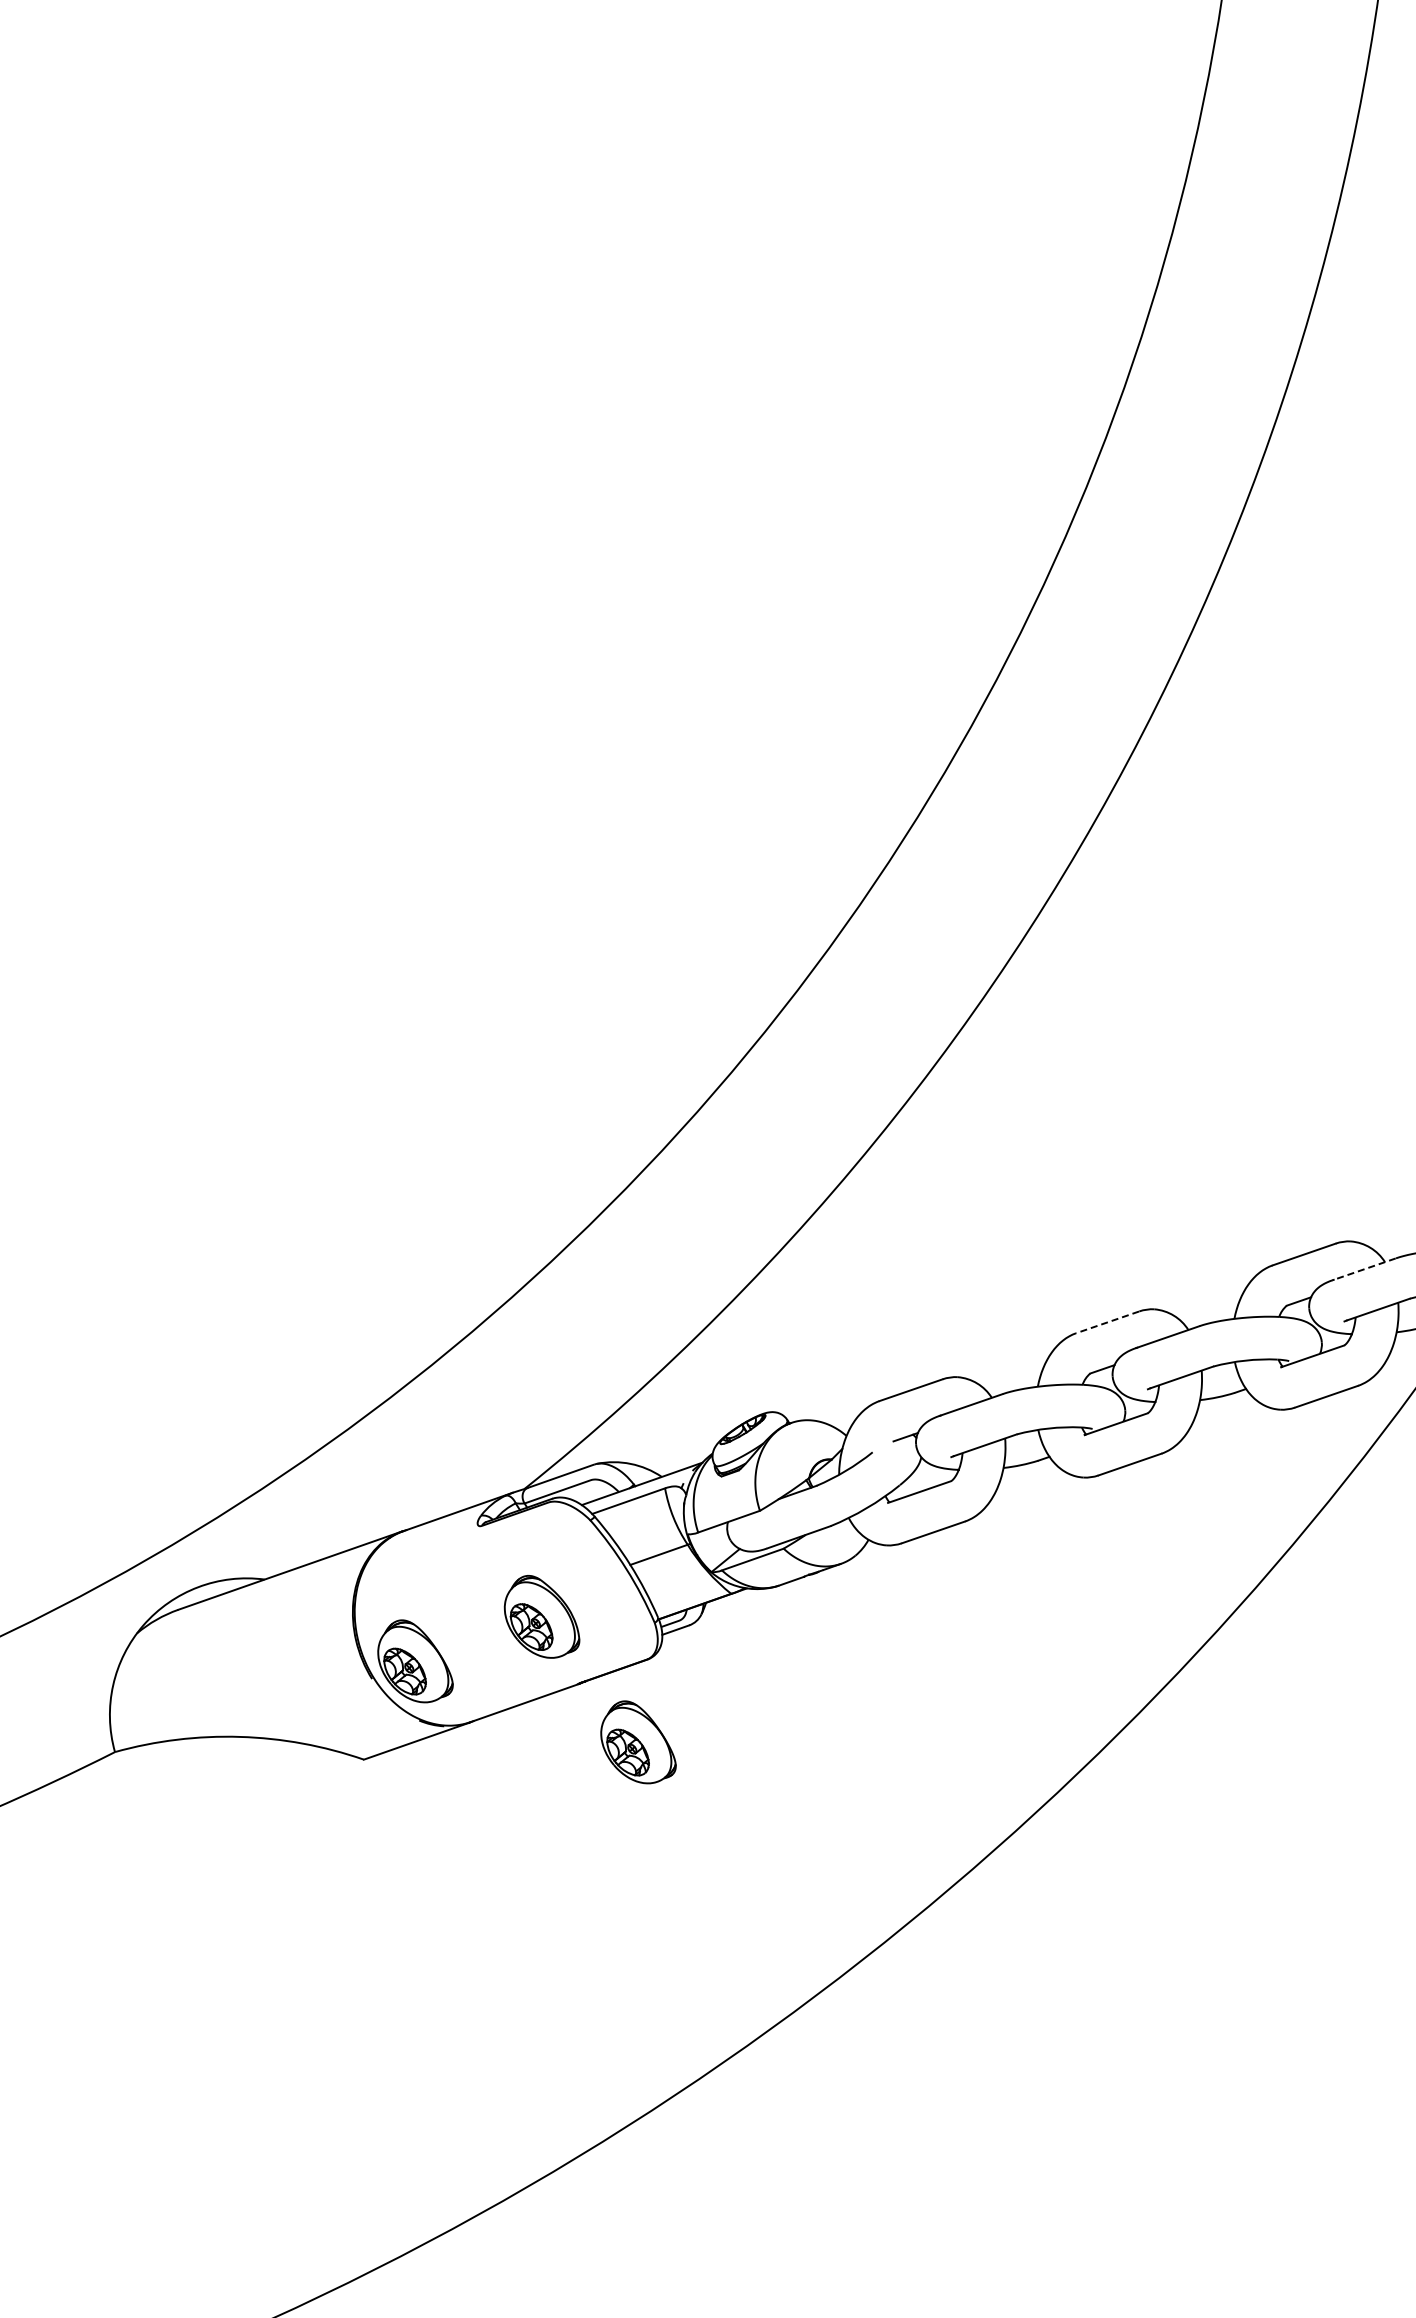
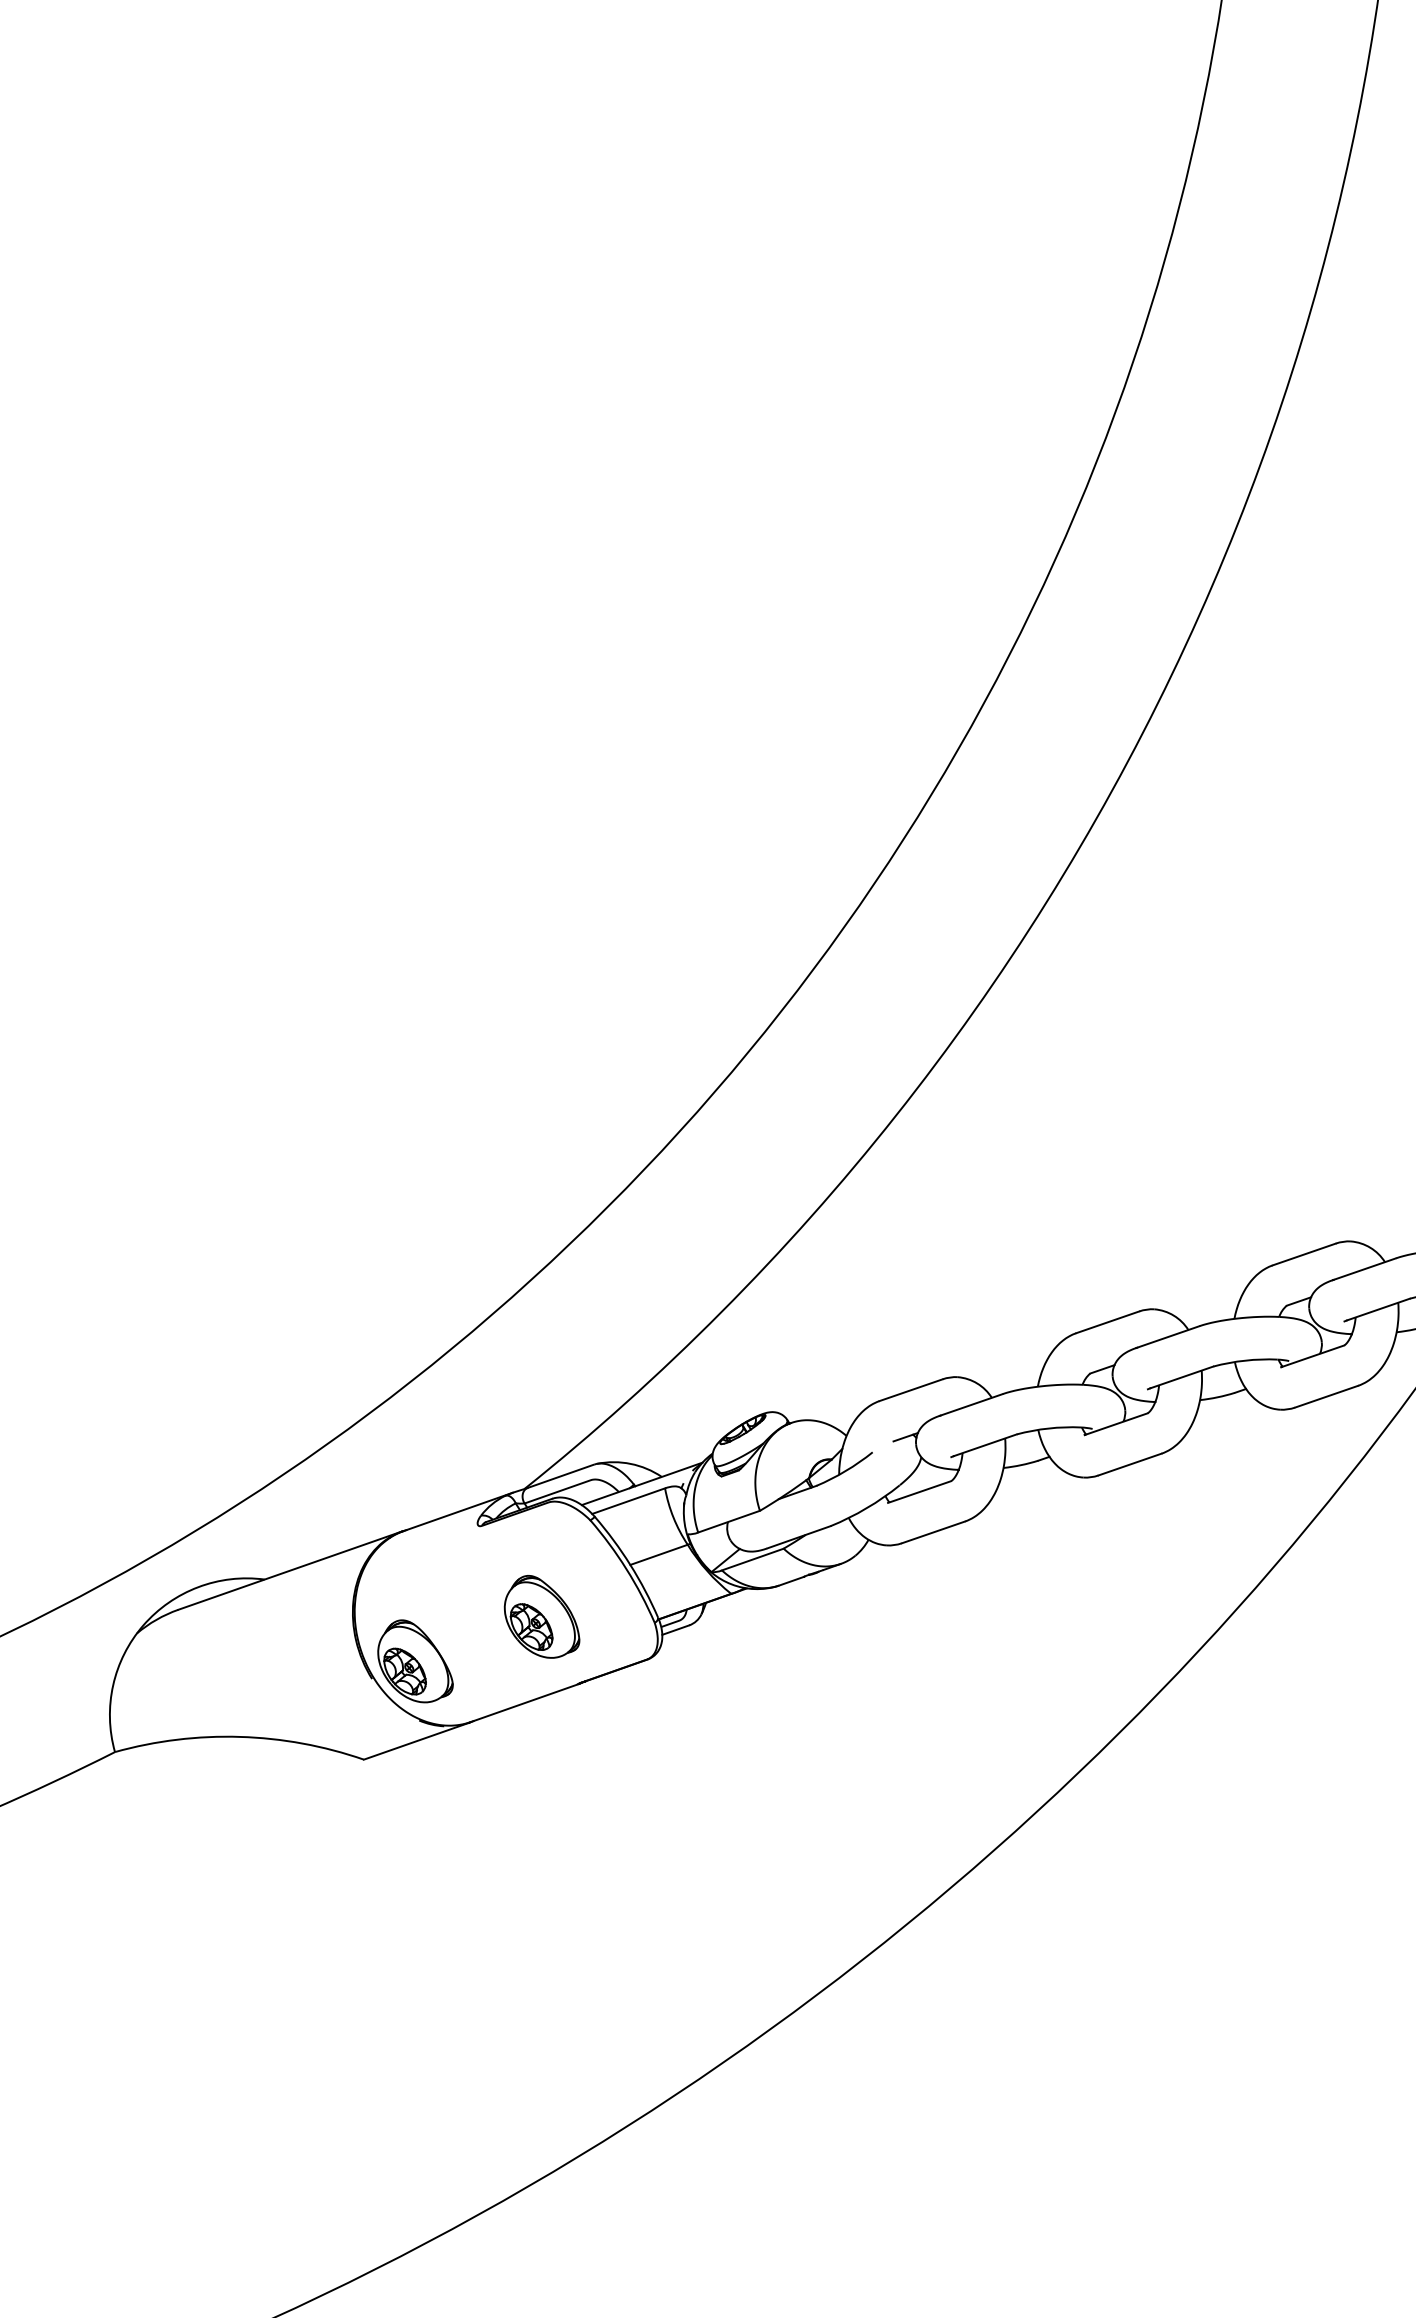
line at (1363, 1269): dashed -> solid
line at (1107, 1322): dashed -> solid
part at (638, 1742): present -> none
